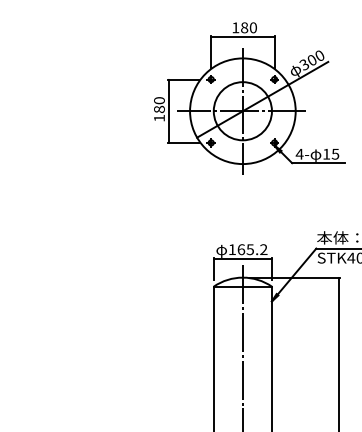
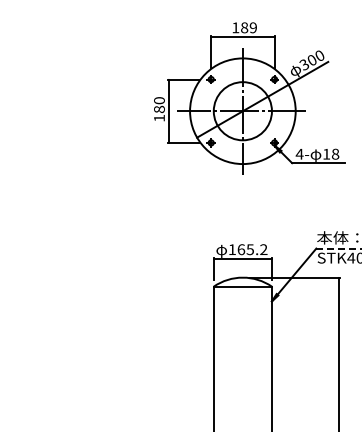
text at (252, 27): 180 -> 189
text at (335, 153): 15 -> 18
line at (339, 248): solid -> dashed
line at (242, 346): present -> none
